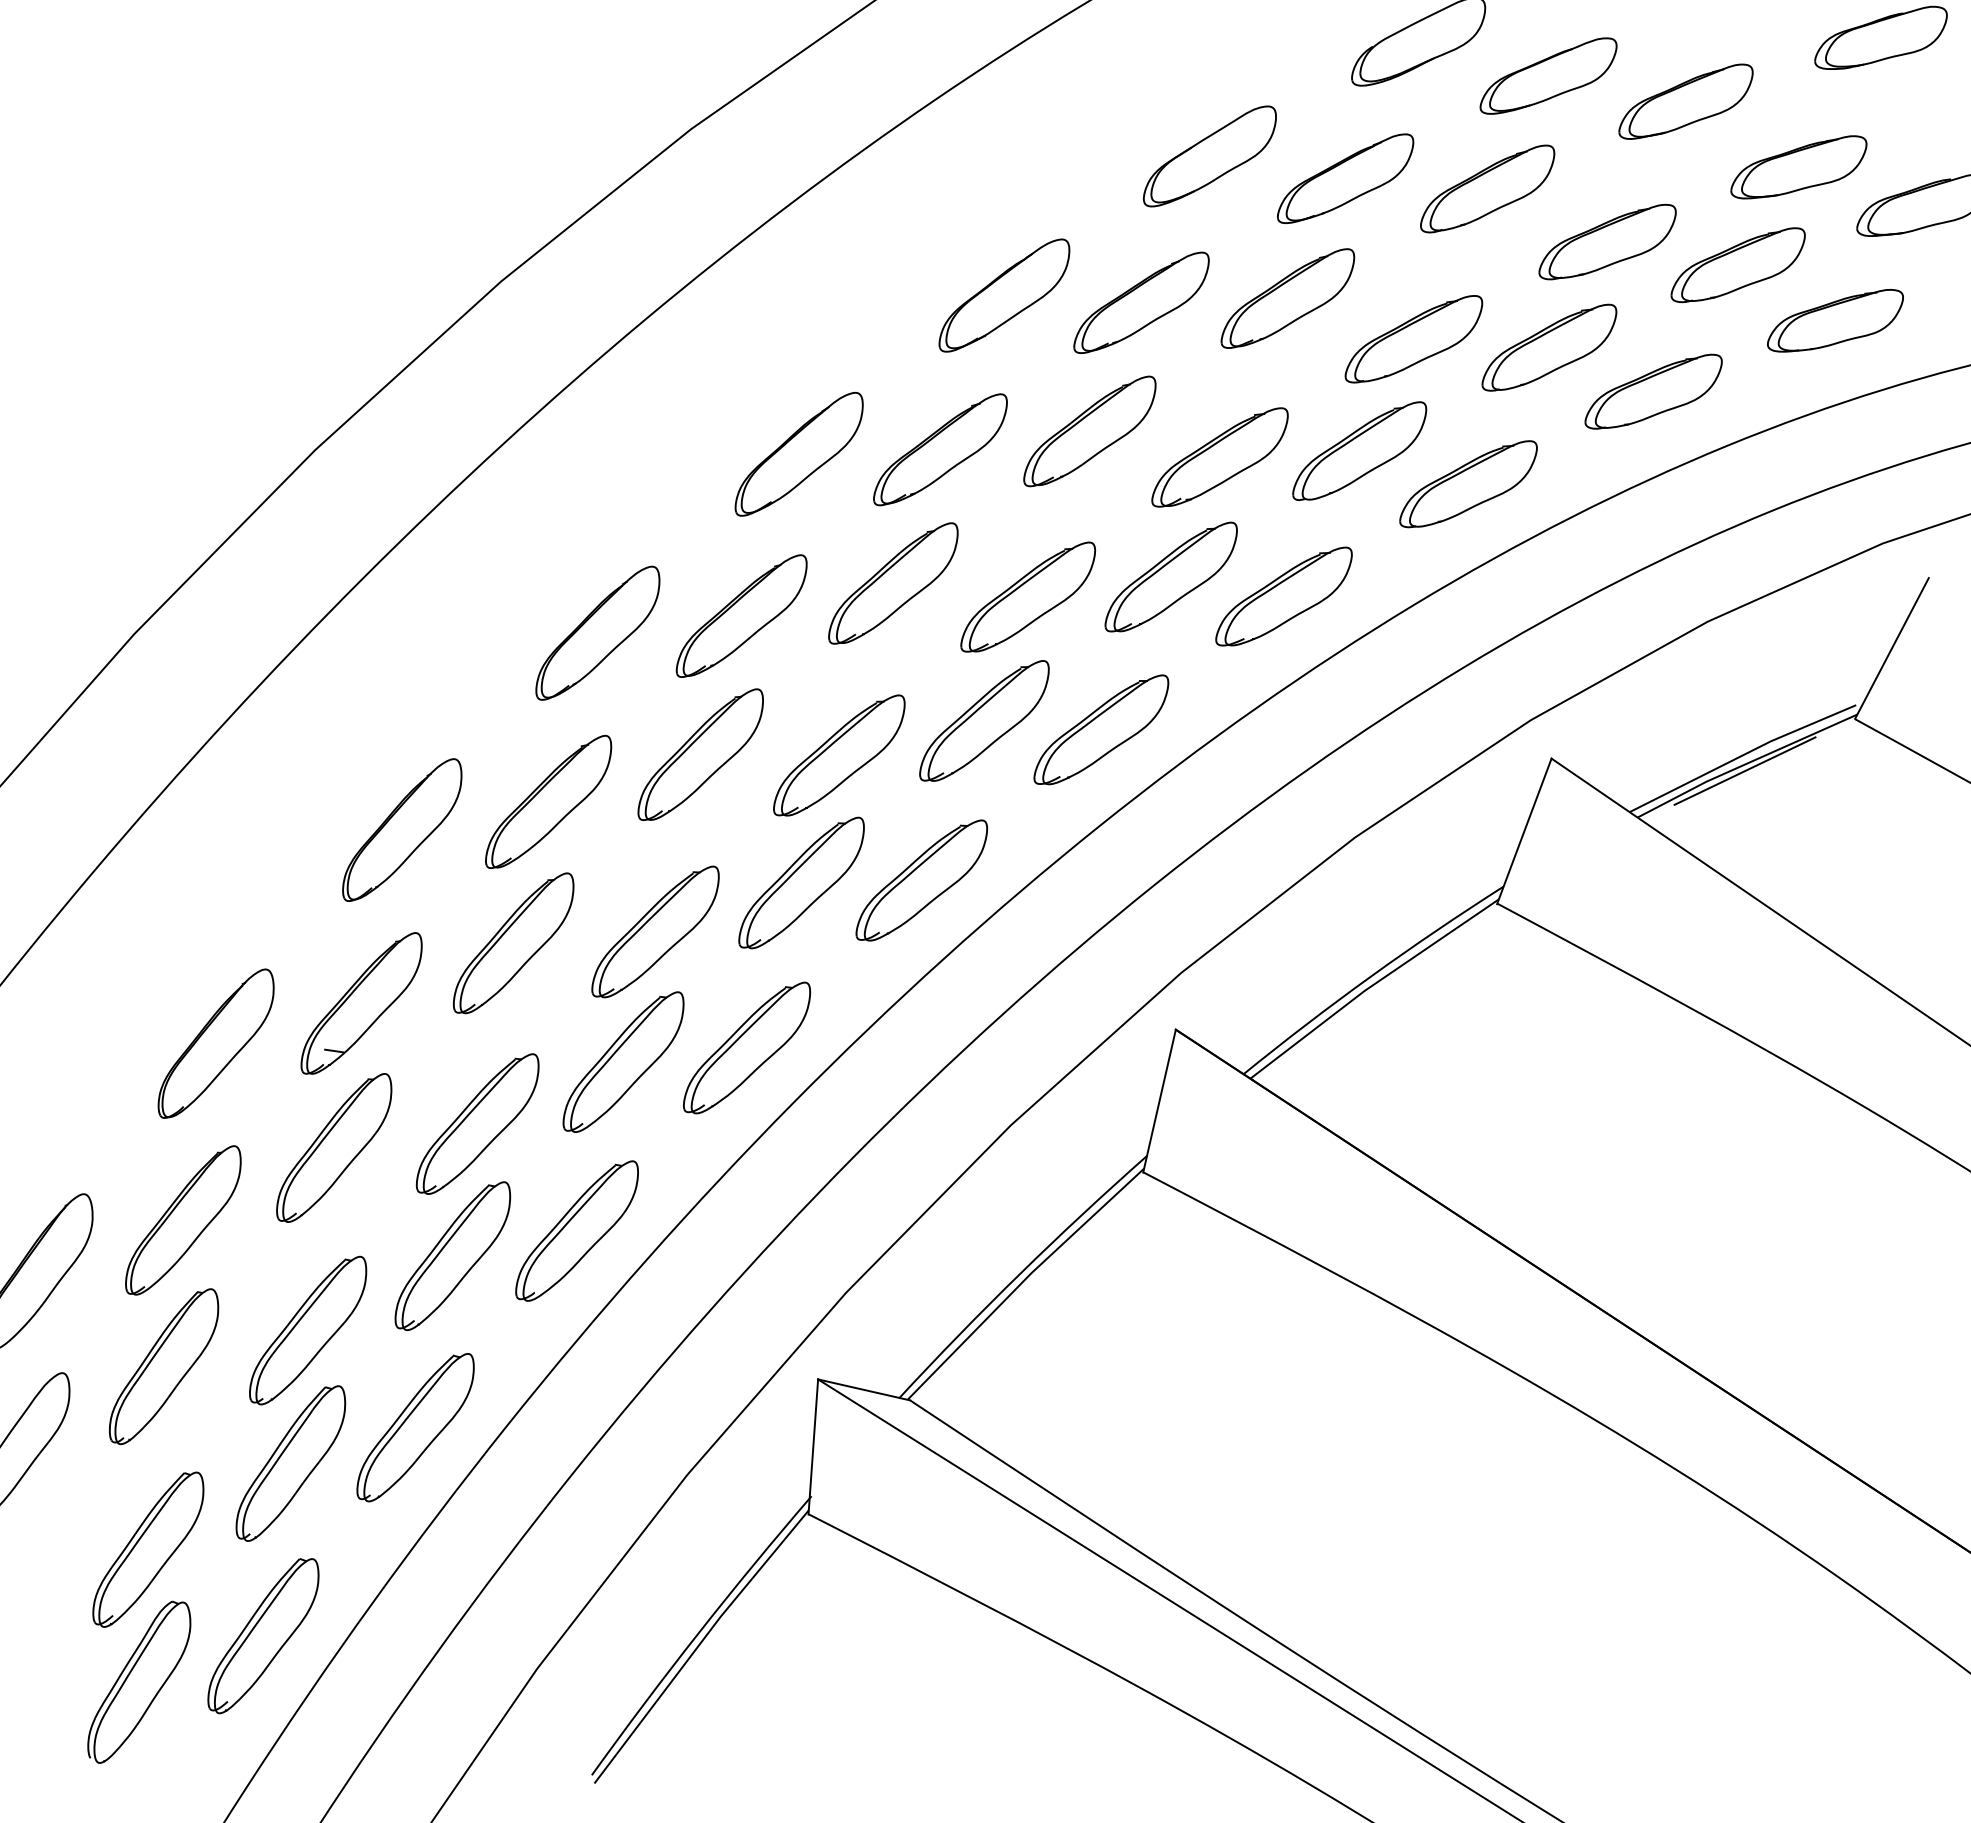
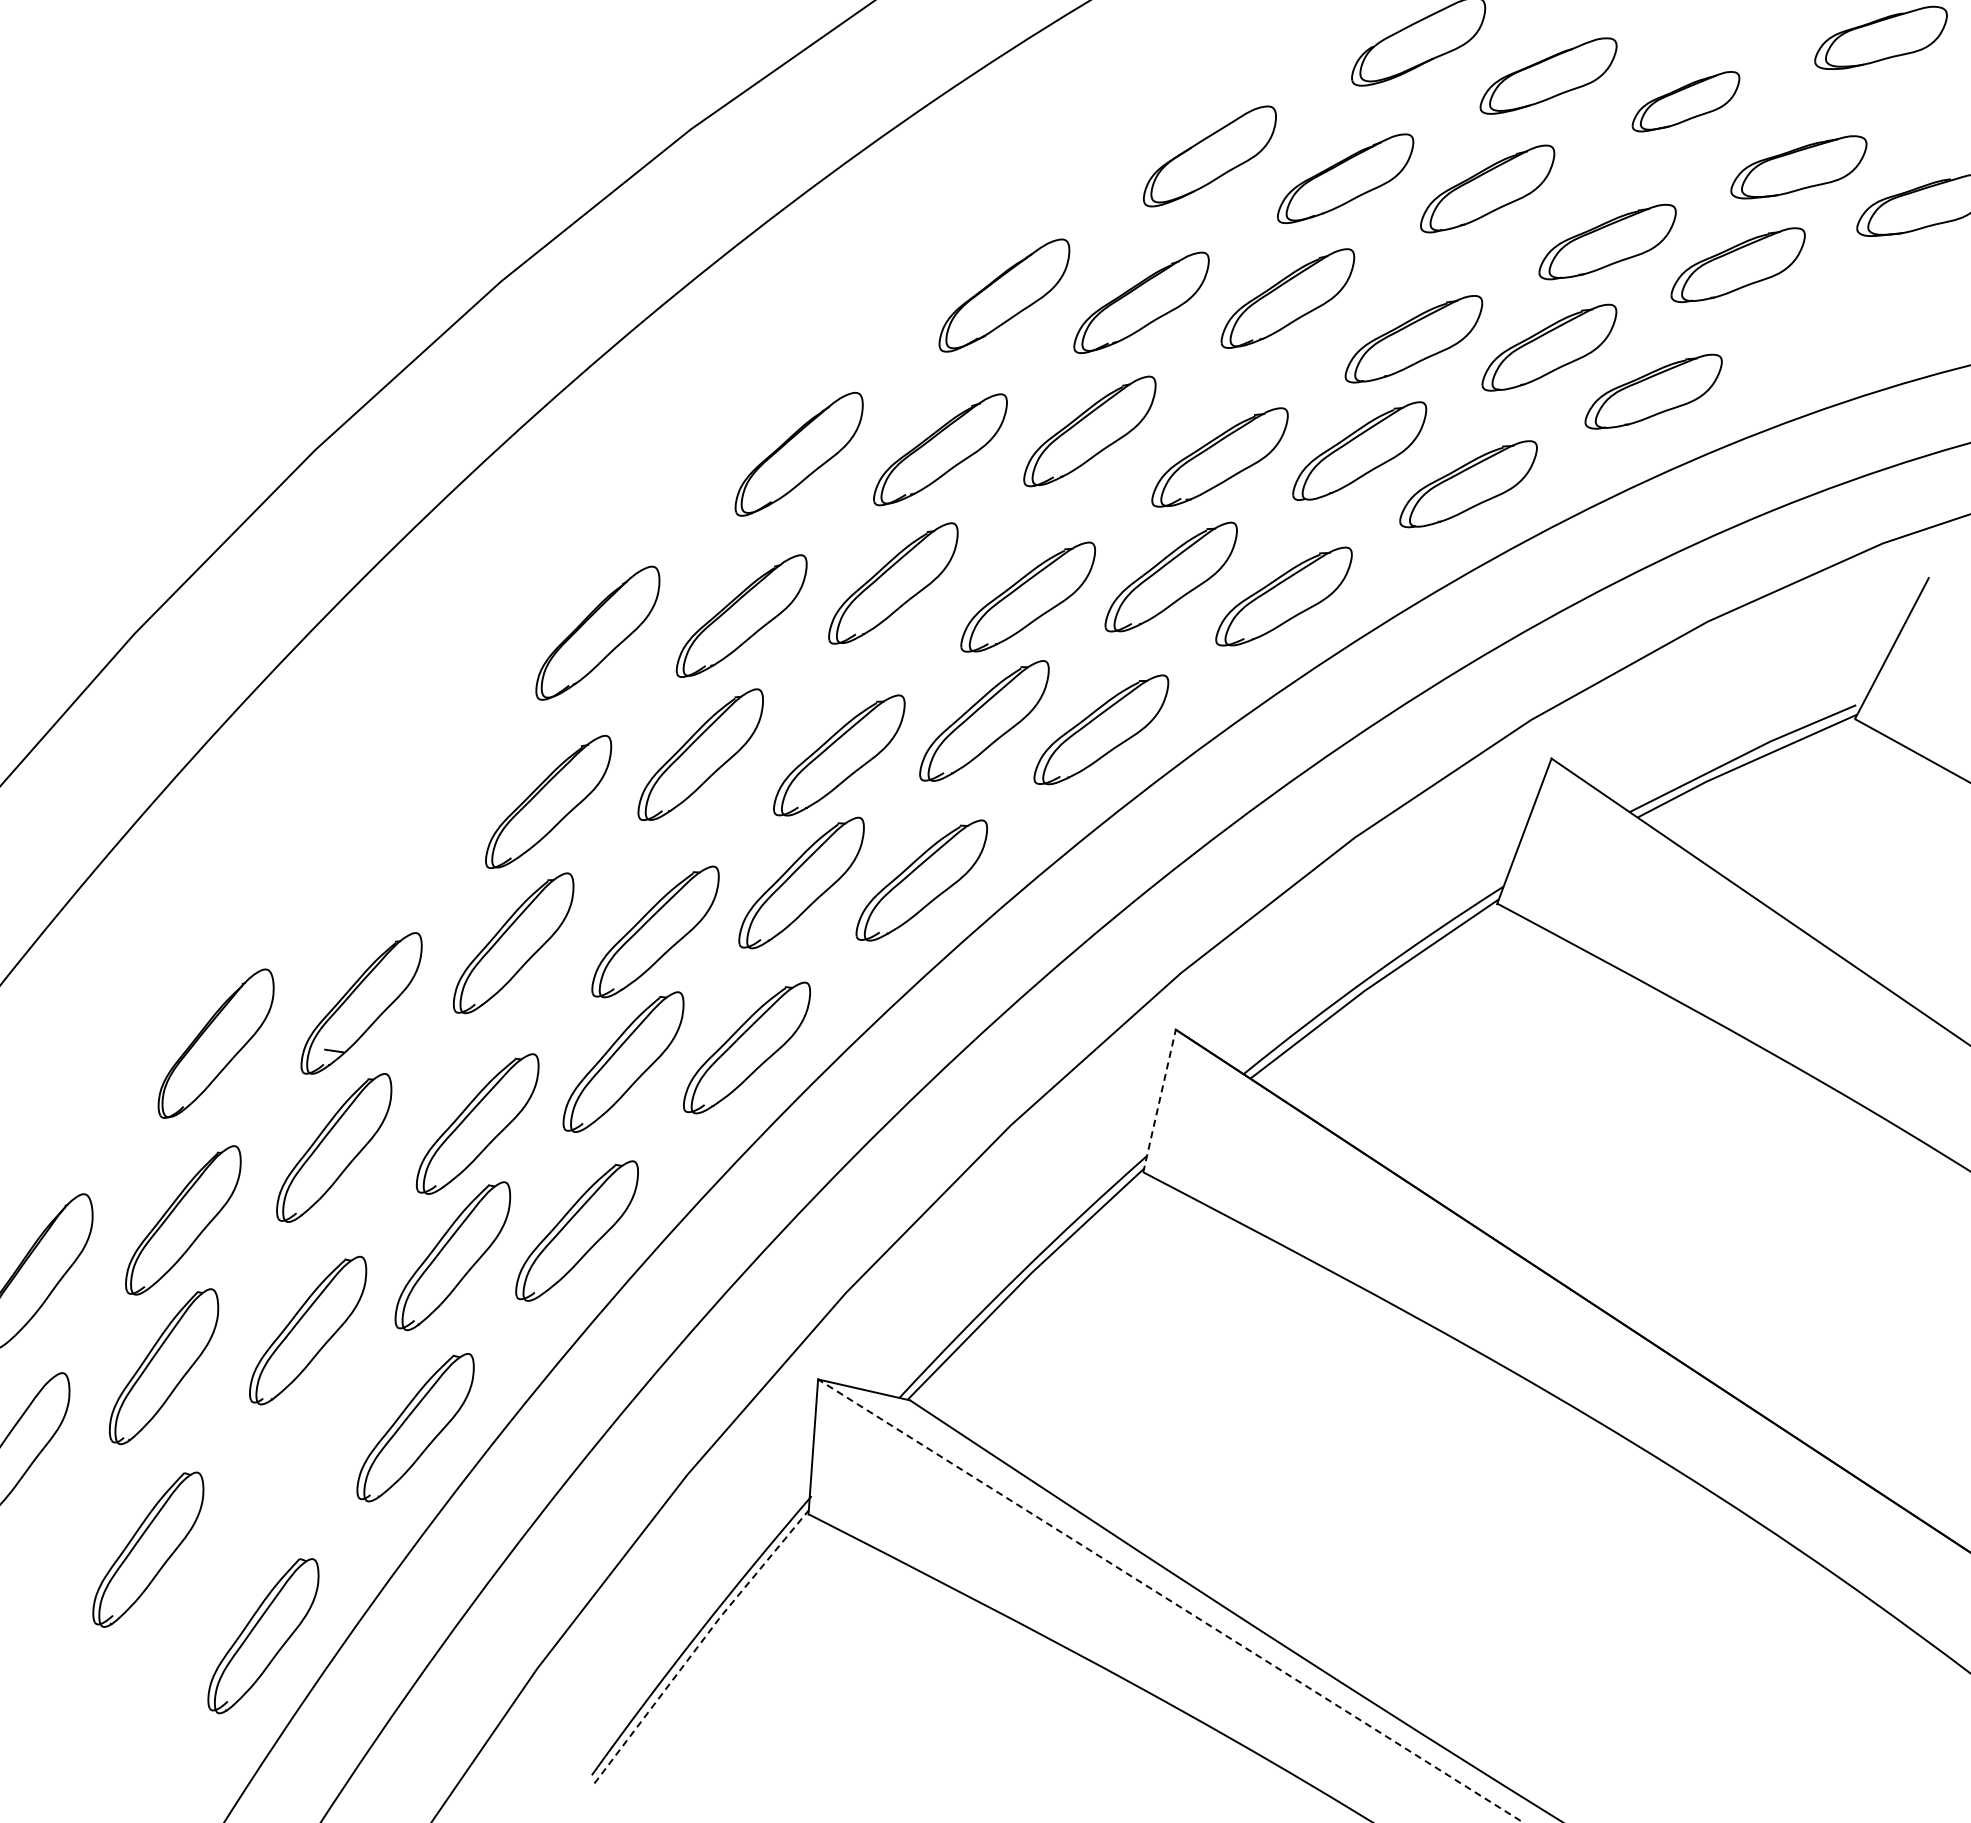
part at (1685, 101) size: 136x77 px -> 110x62 px
part at (1835, 320): present -> none
line at (1744, 770): present -> none
part at (402, 829): present -> none
line at (1159, 1100): solid -> dashed
part at (290, 1463): present -> none
line at (1170, 1600): solid -> dashed
line at (700, 1644): solid -> dashed
part at (139, 1681): present -> none
